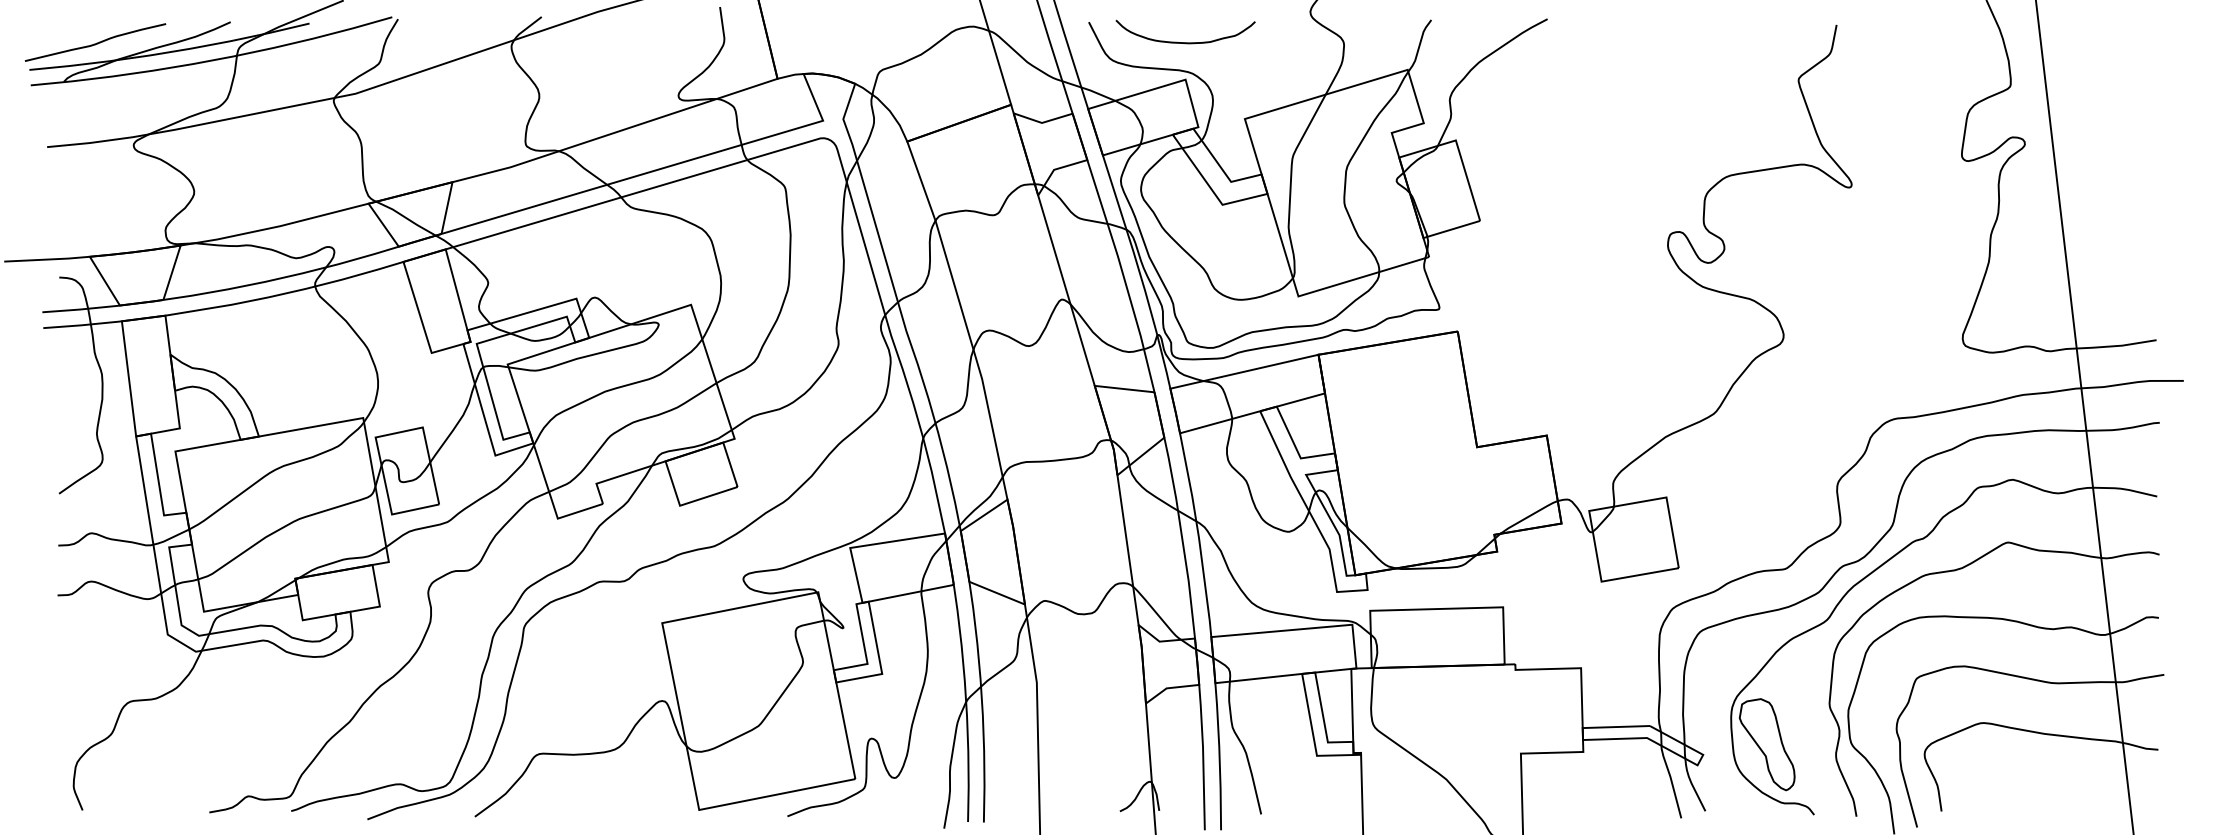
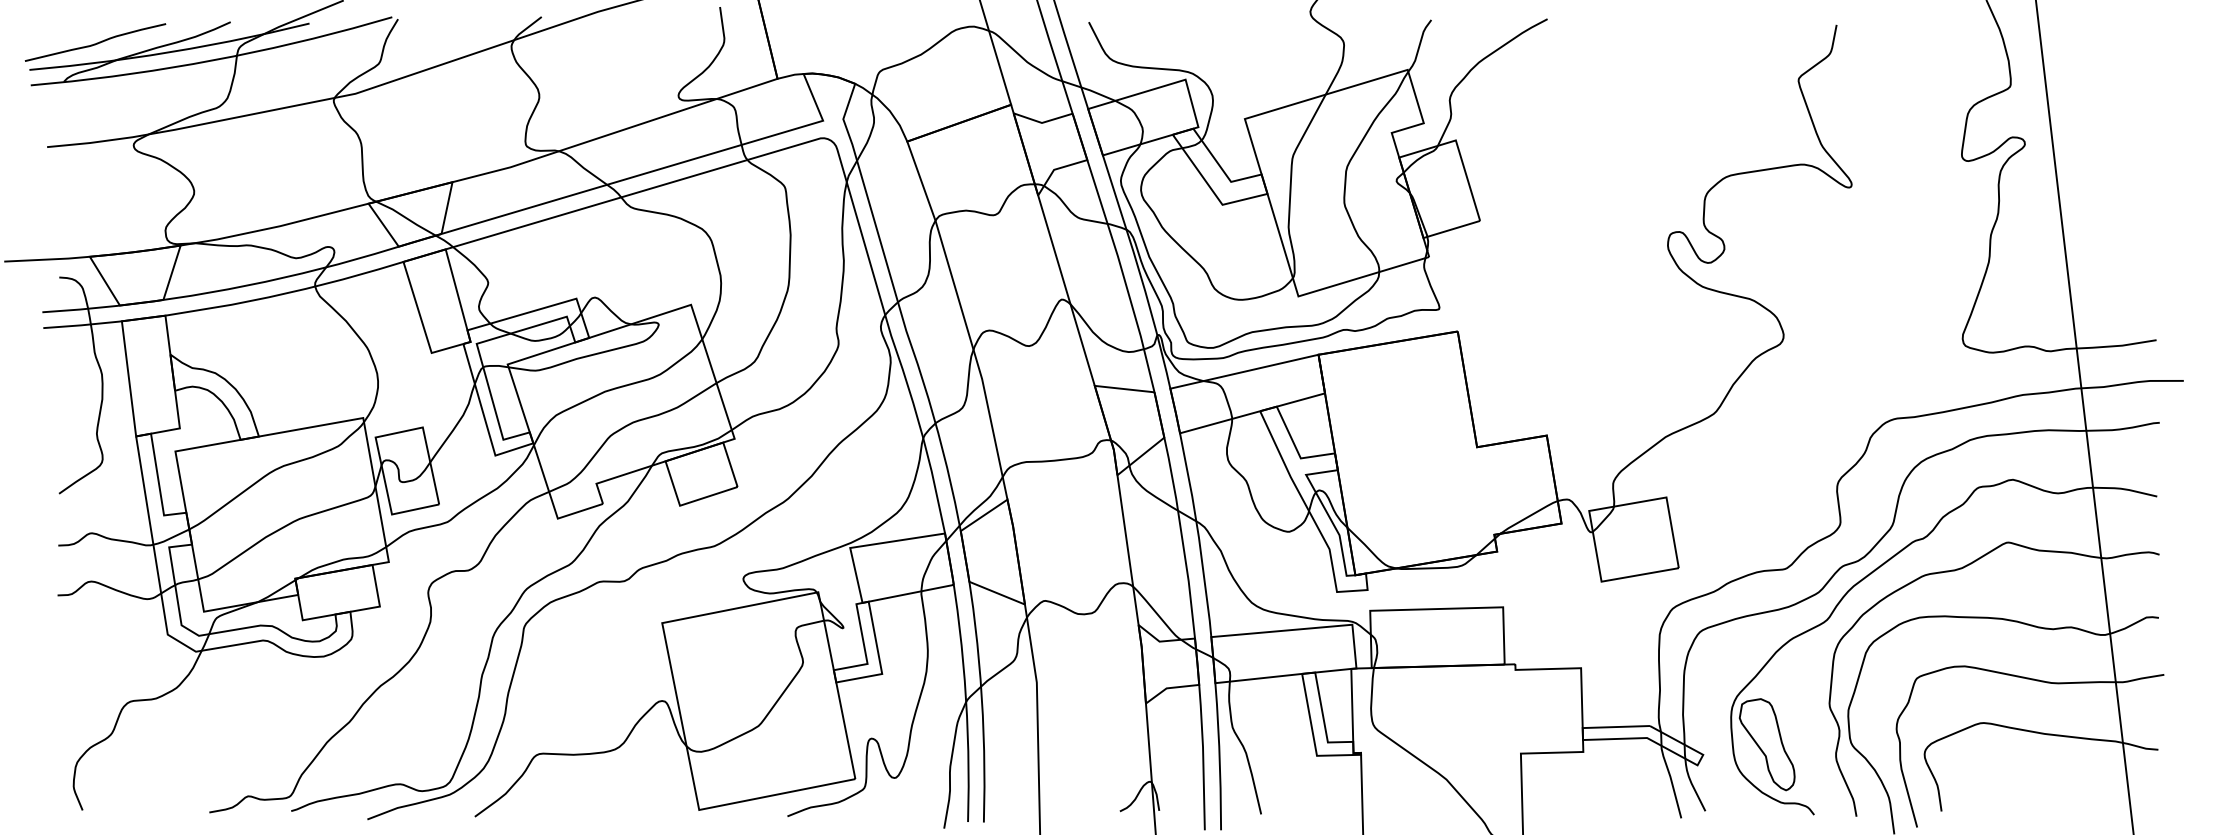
curve at (1185, 42): present -> none
